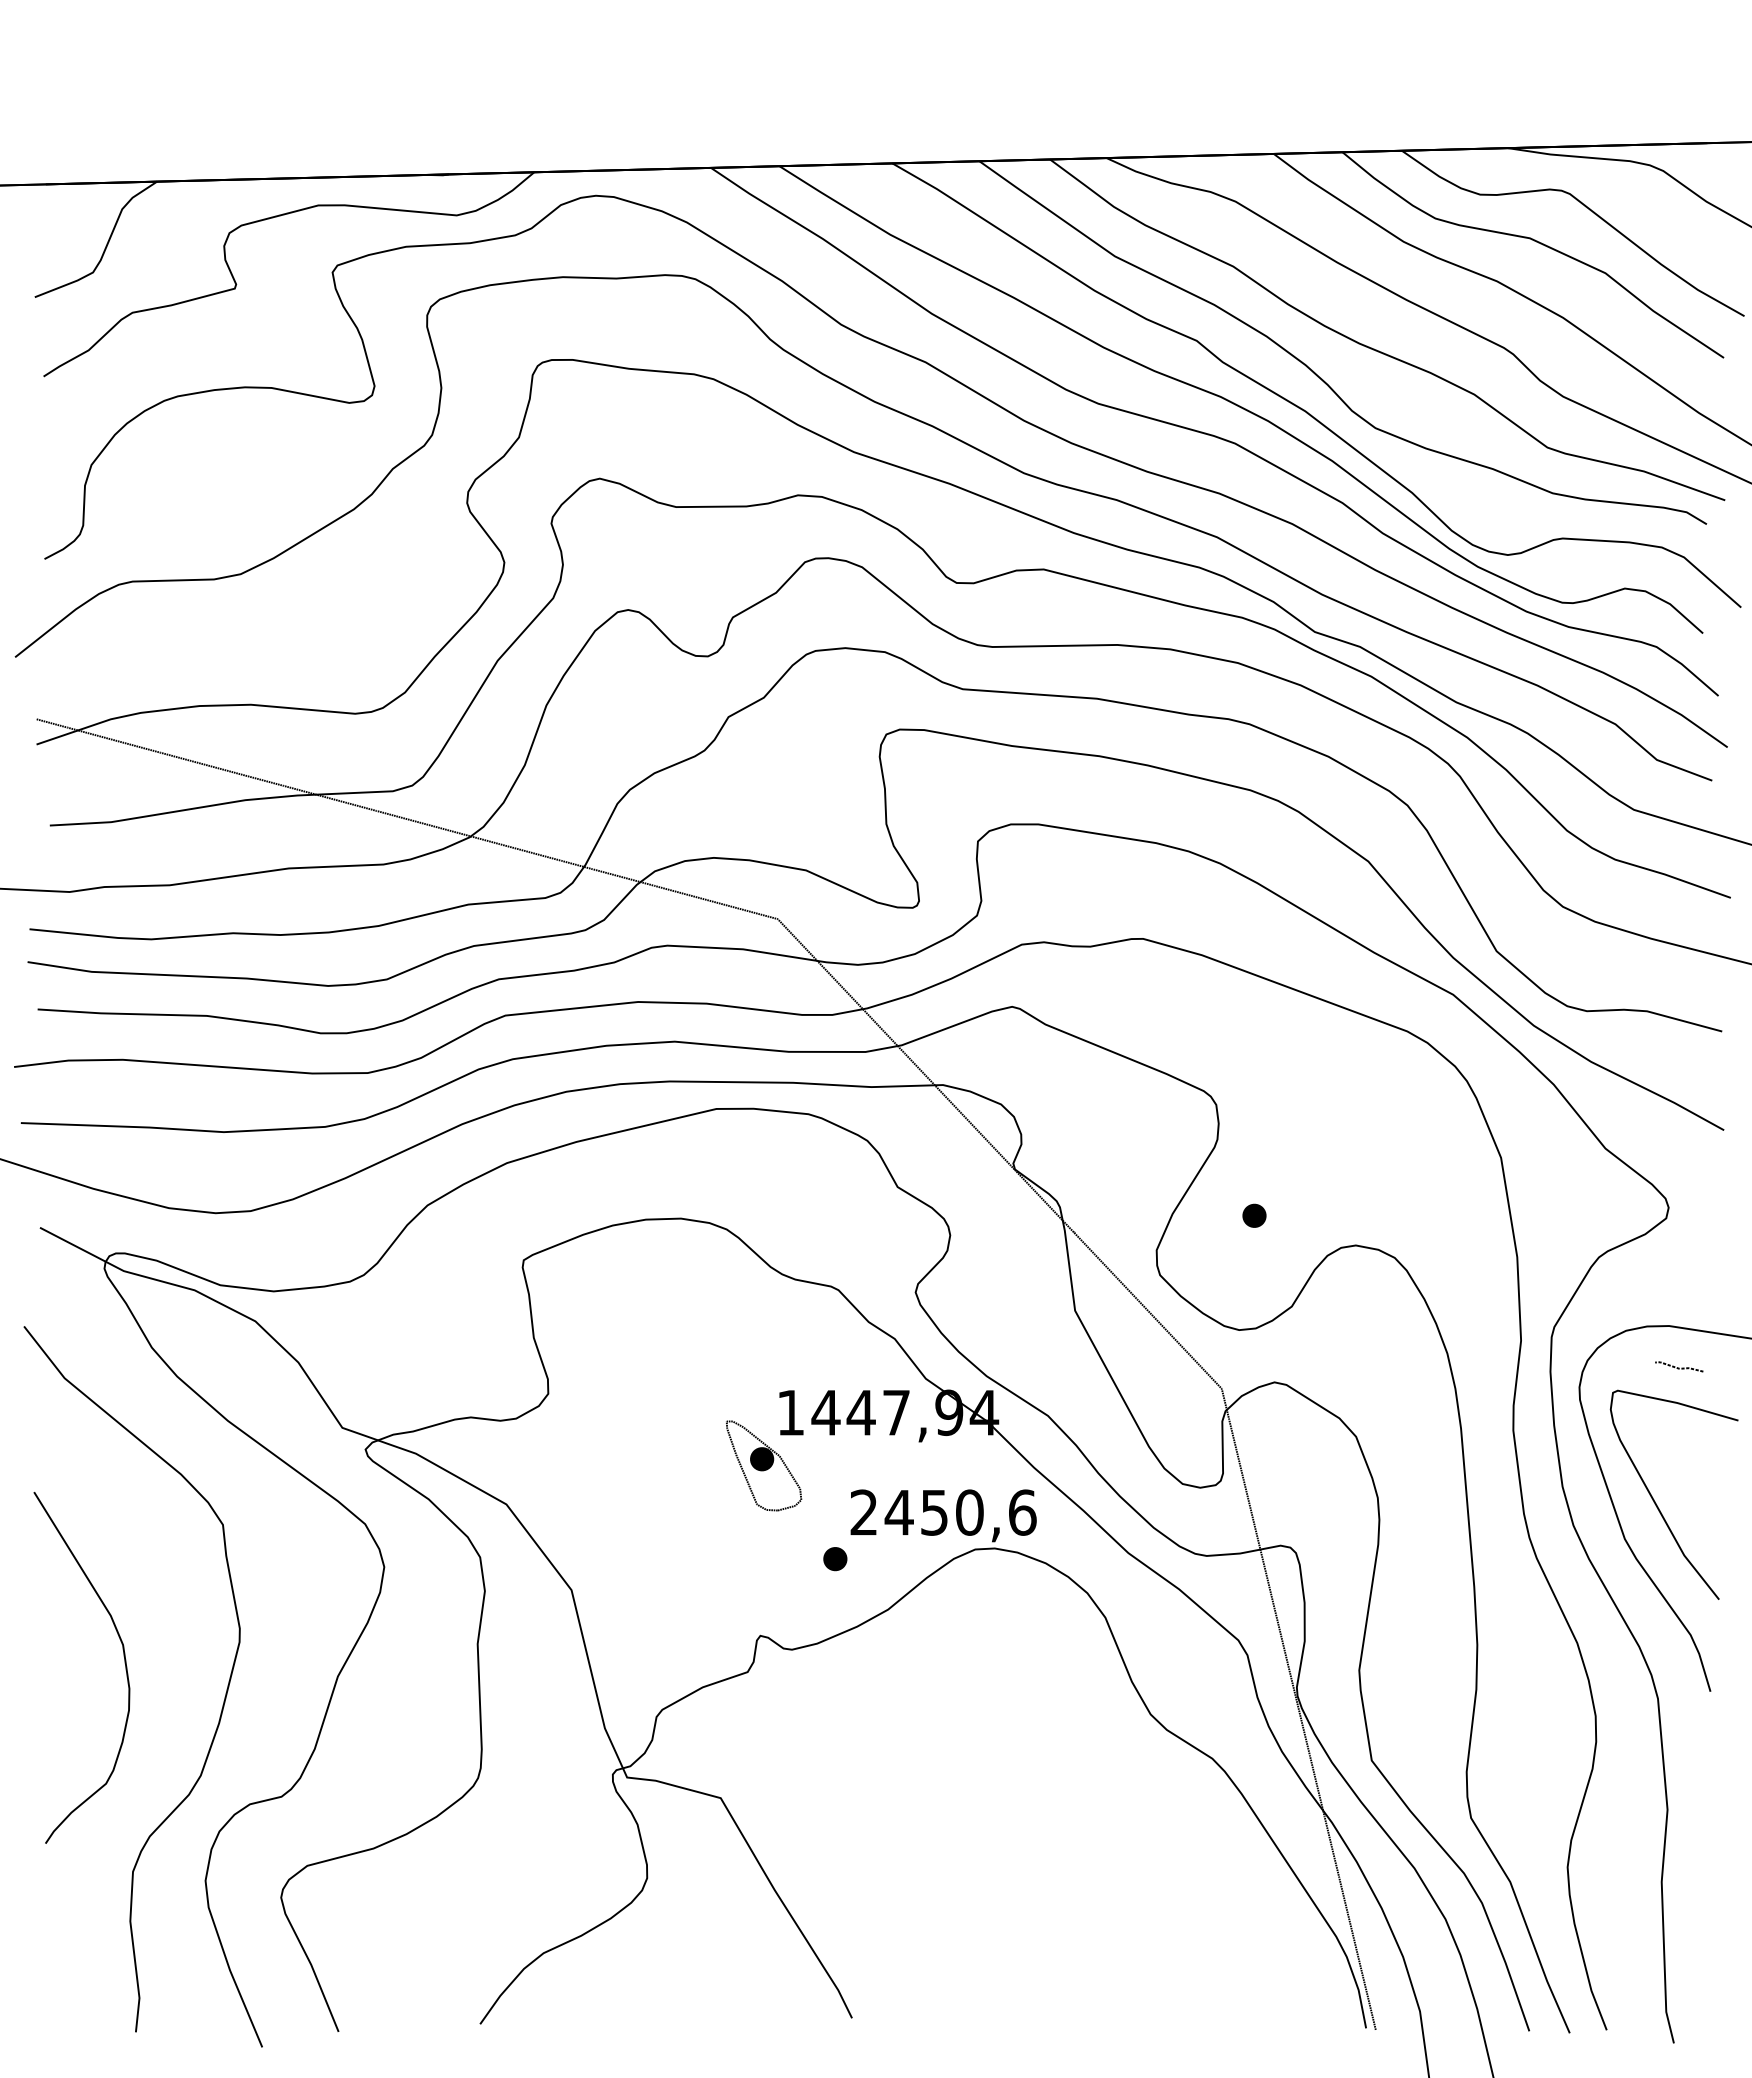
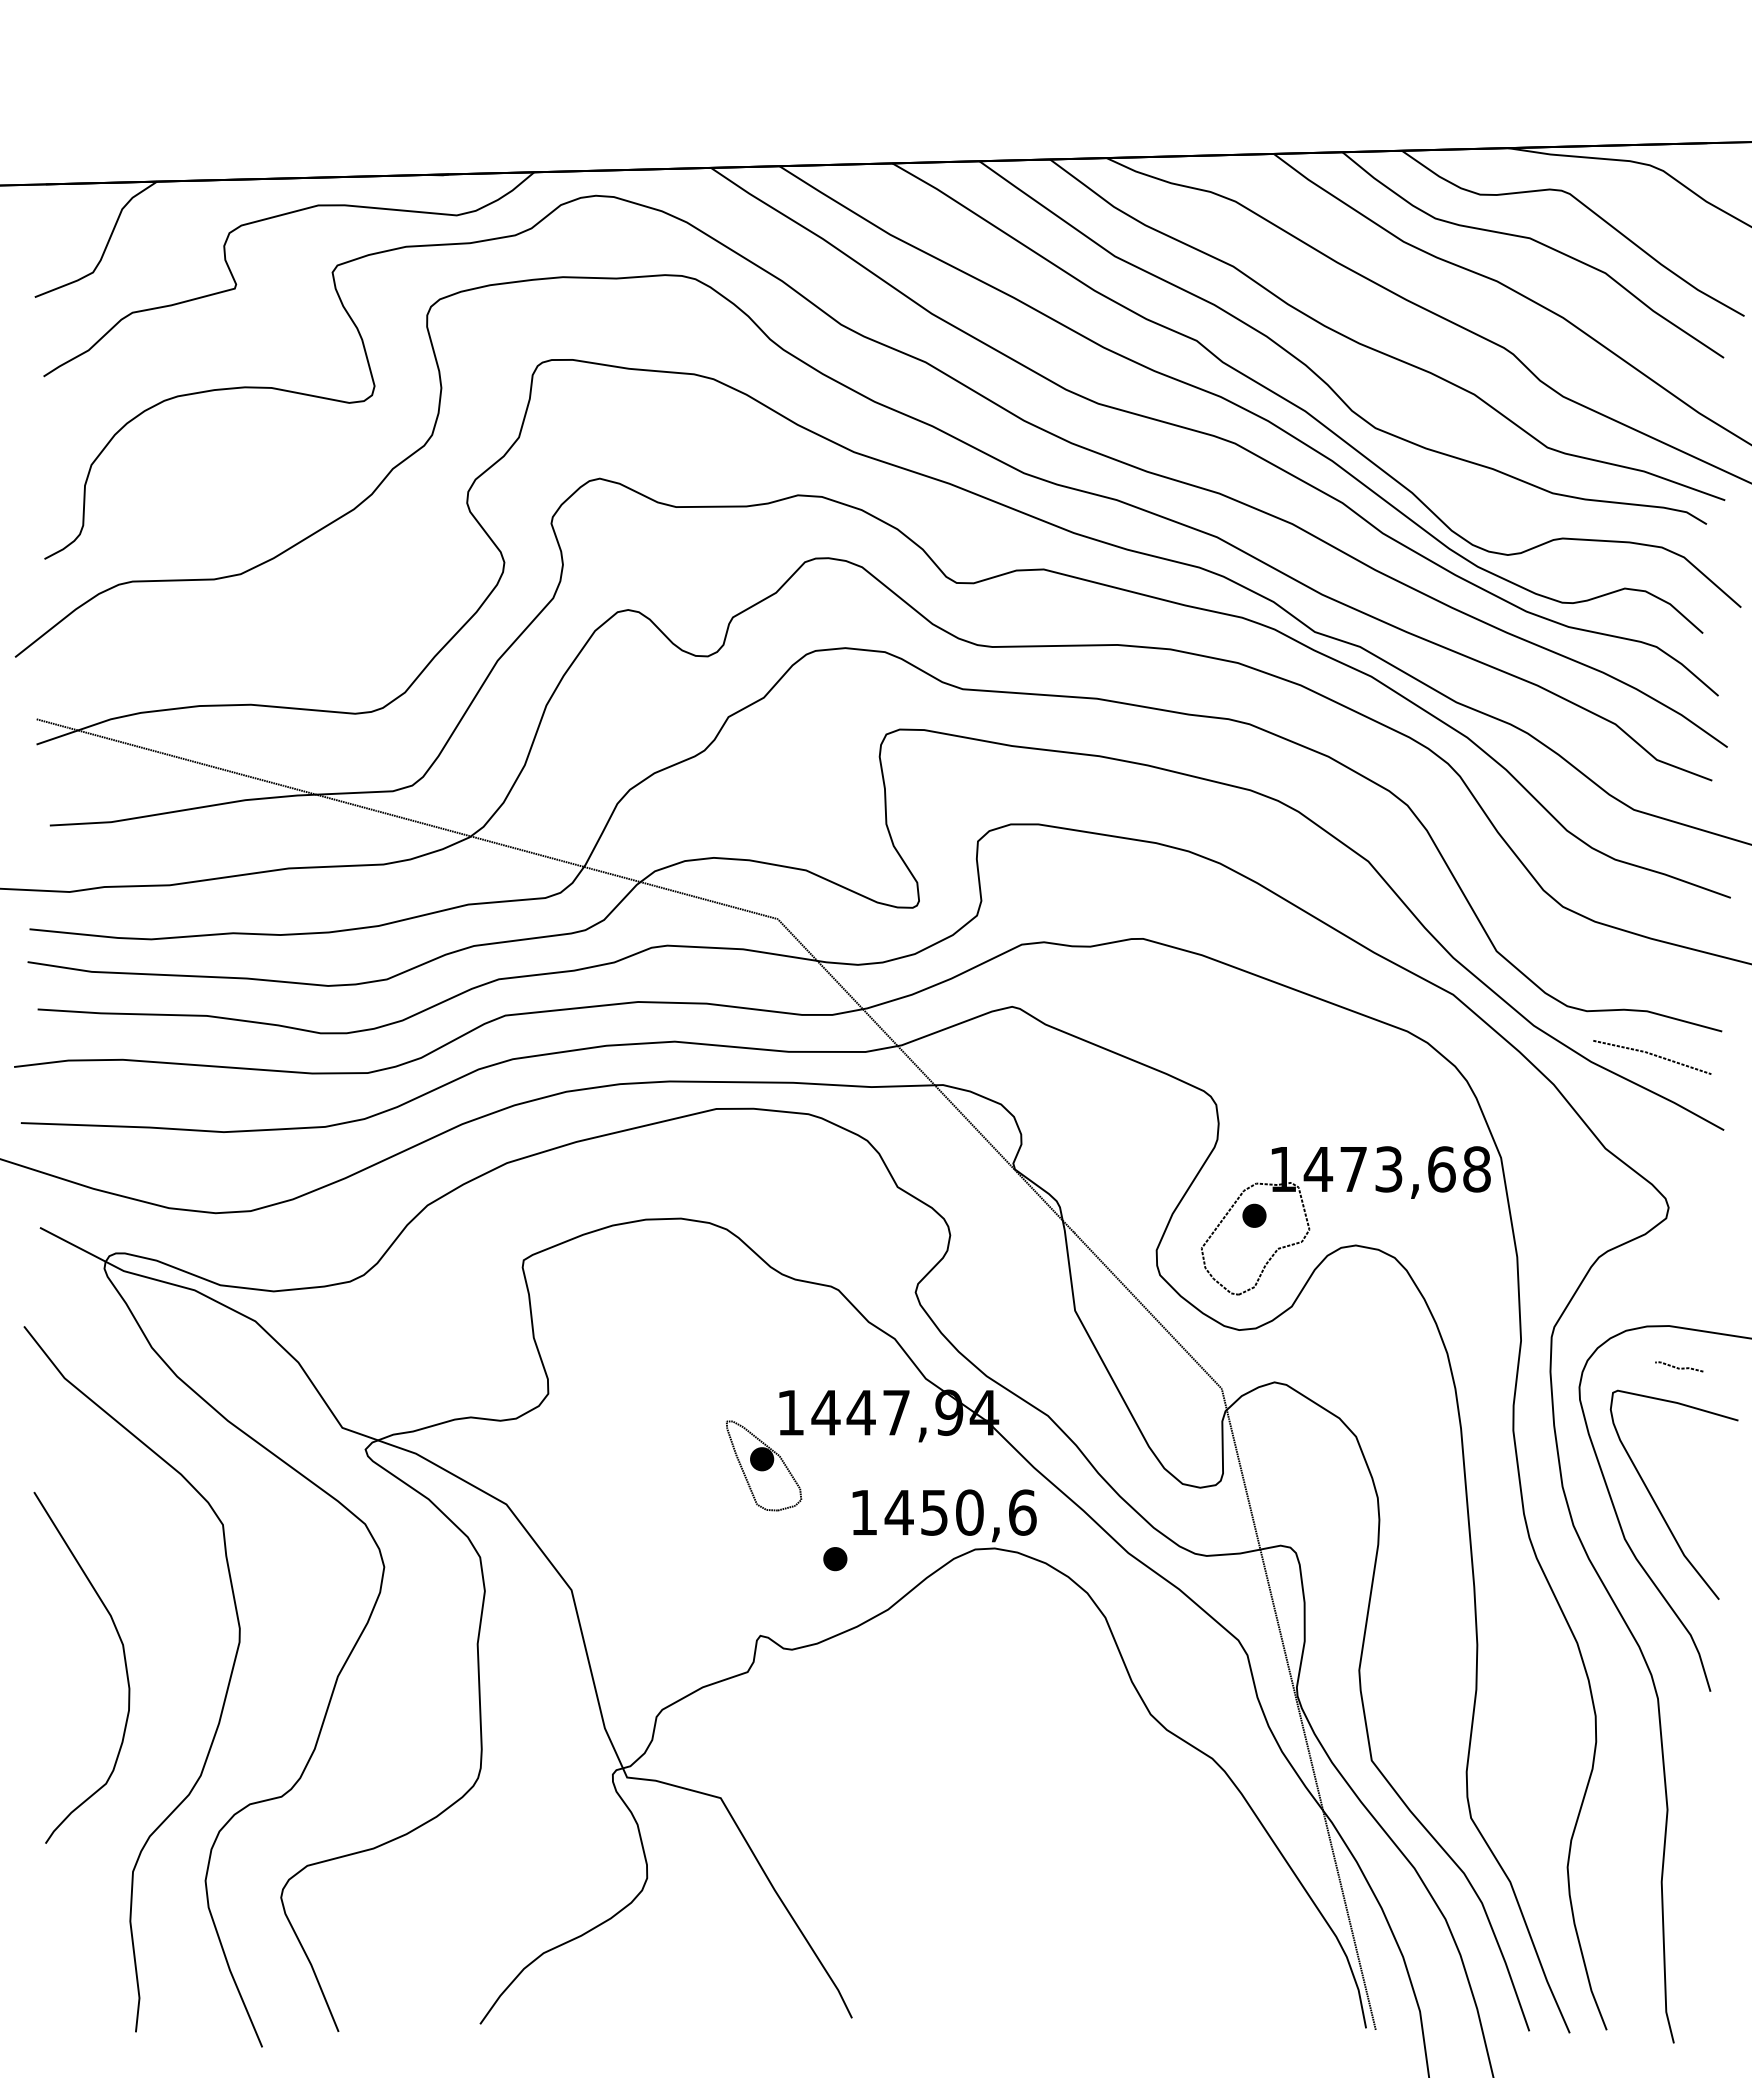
line at (1652, 1055): none -> present
part at (1346, 1191): none -> present
text at (863, 1512): 2450,6 -> 1450,6
